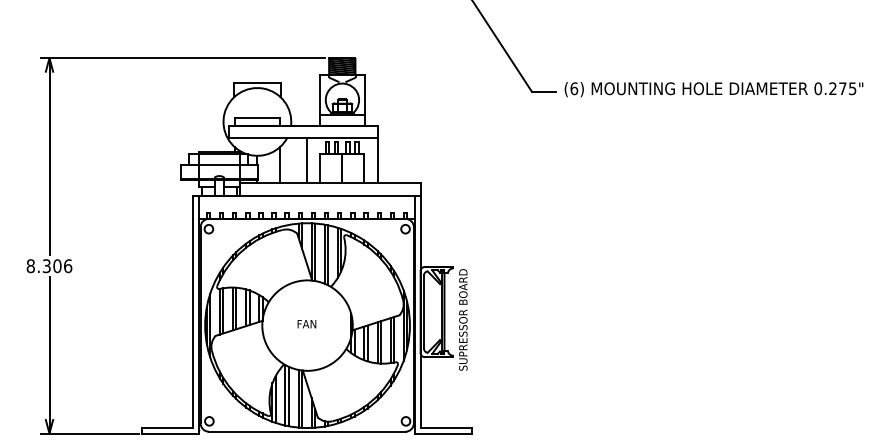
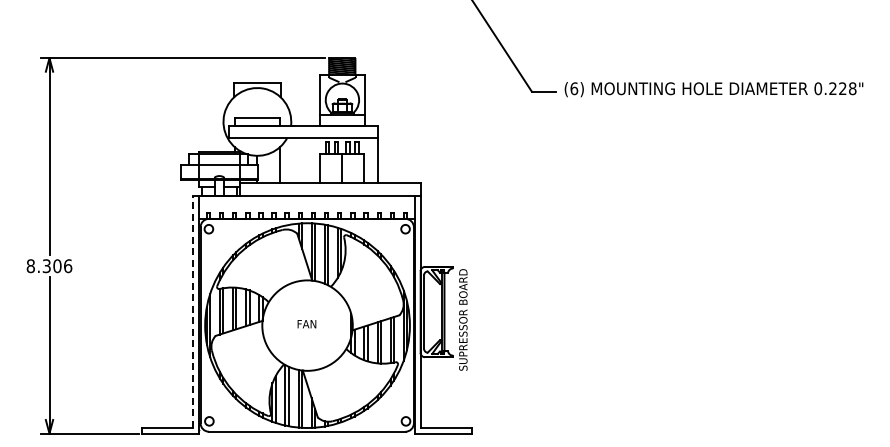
text at (847, 88): 0.275" -> 0.228"
line at (306, 159): present -> none
line at (193, 312): solid -> dashed
